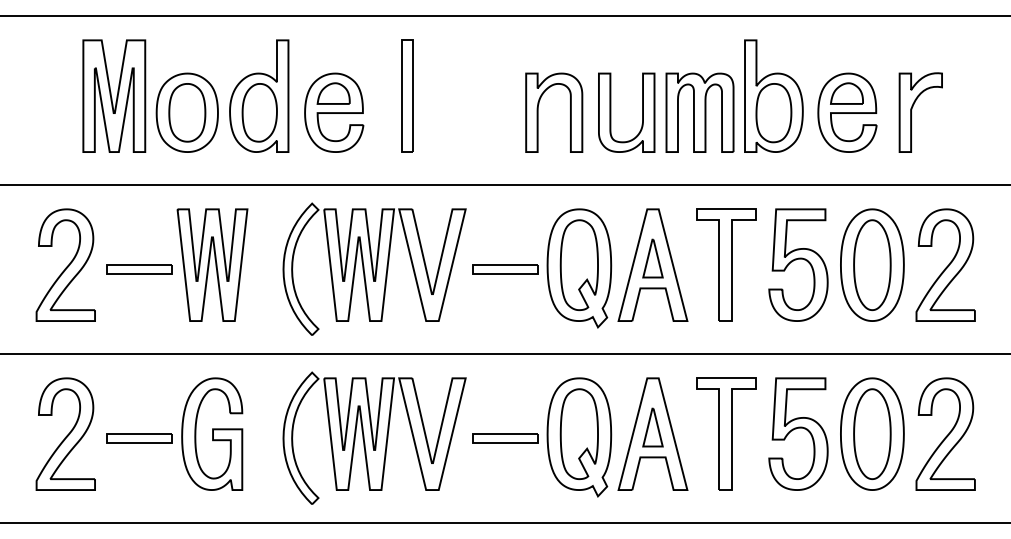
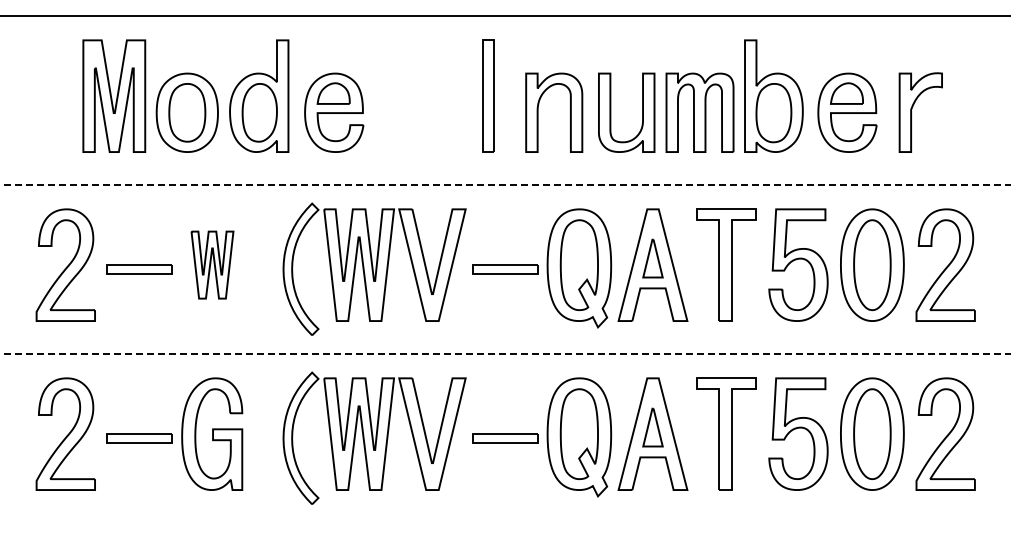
part at (407, 95) position: (407, 95) -> (488, 95)
line at (505, 185): solid -> dashed
part at (212, 264) size: 73x114 px -> 45x70 px
line at (505, 353): solid -> dashed
line at (504, 522): present -> none
